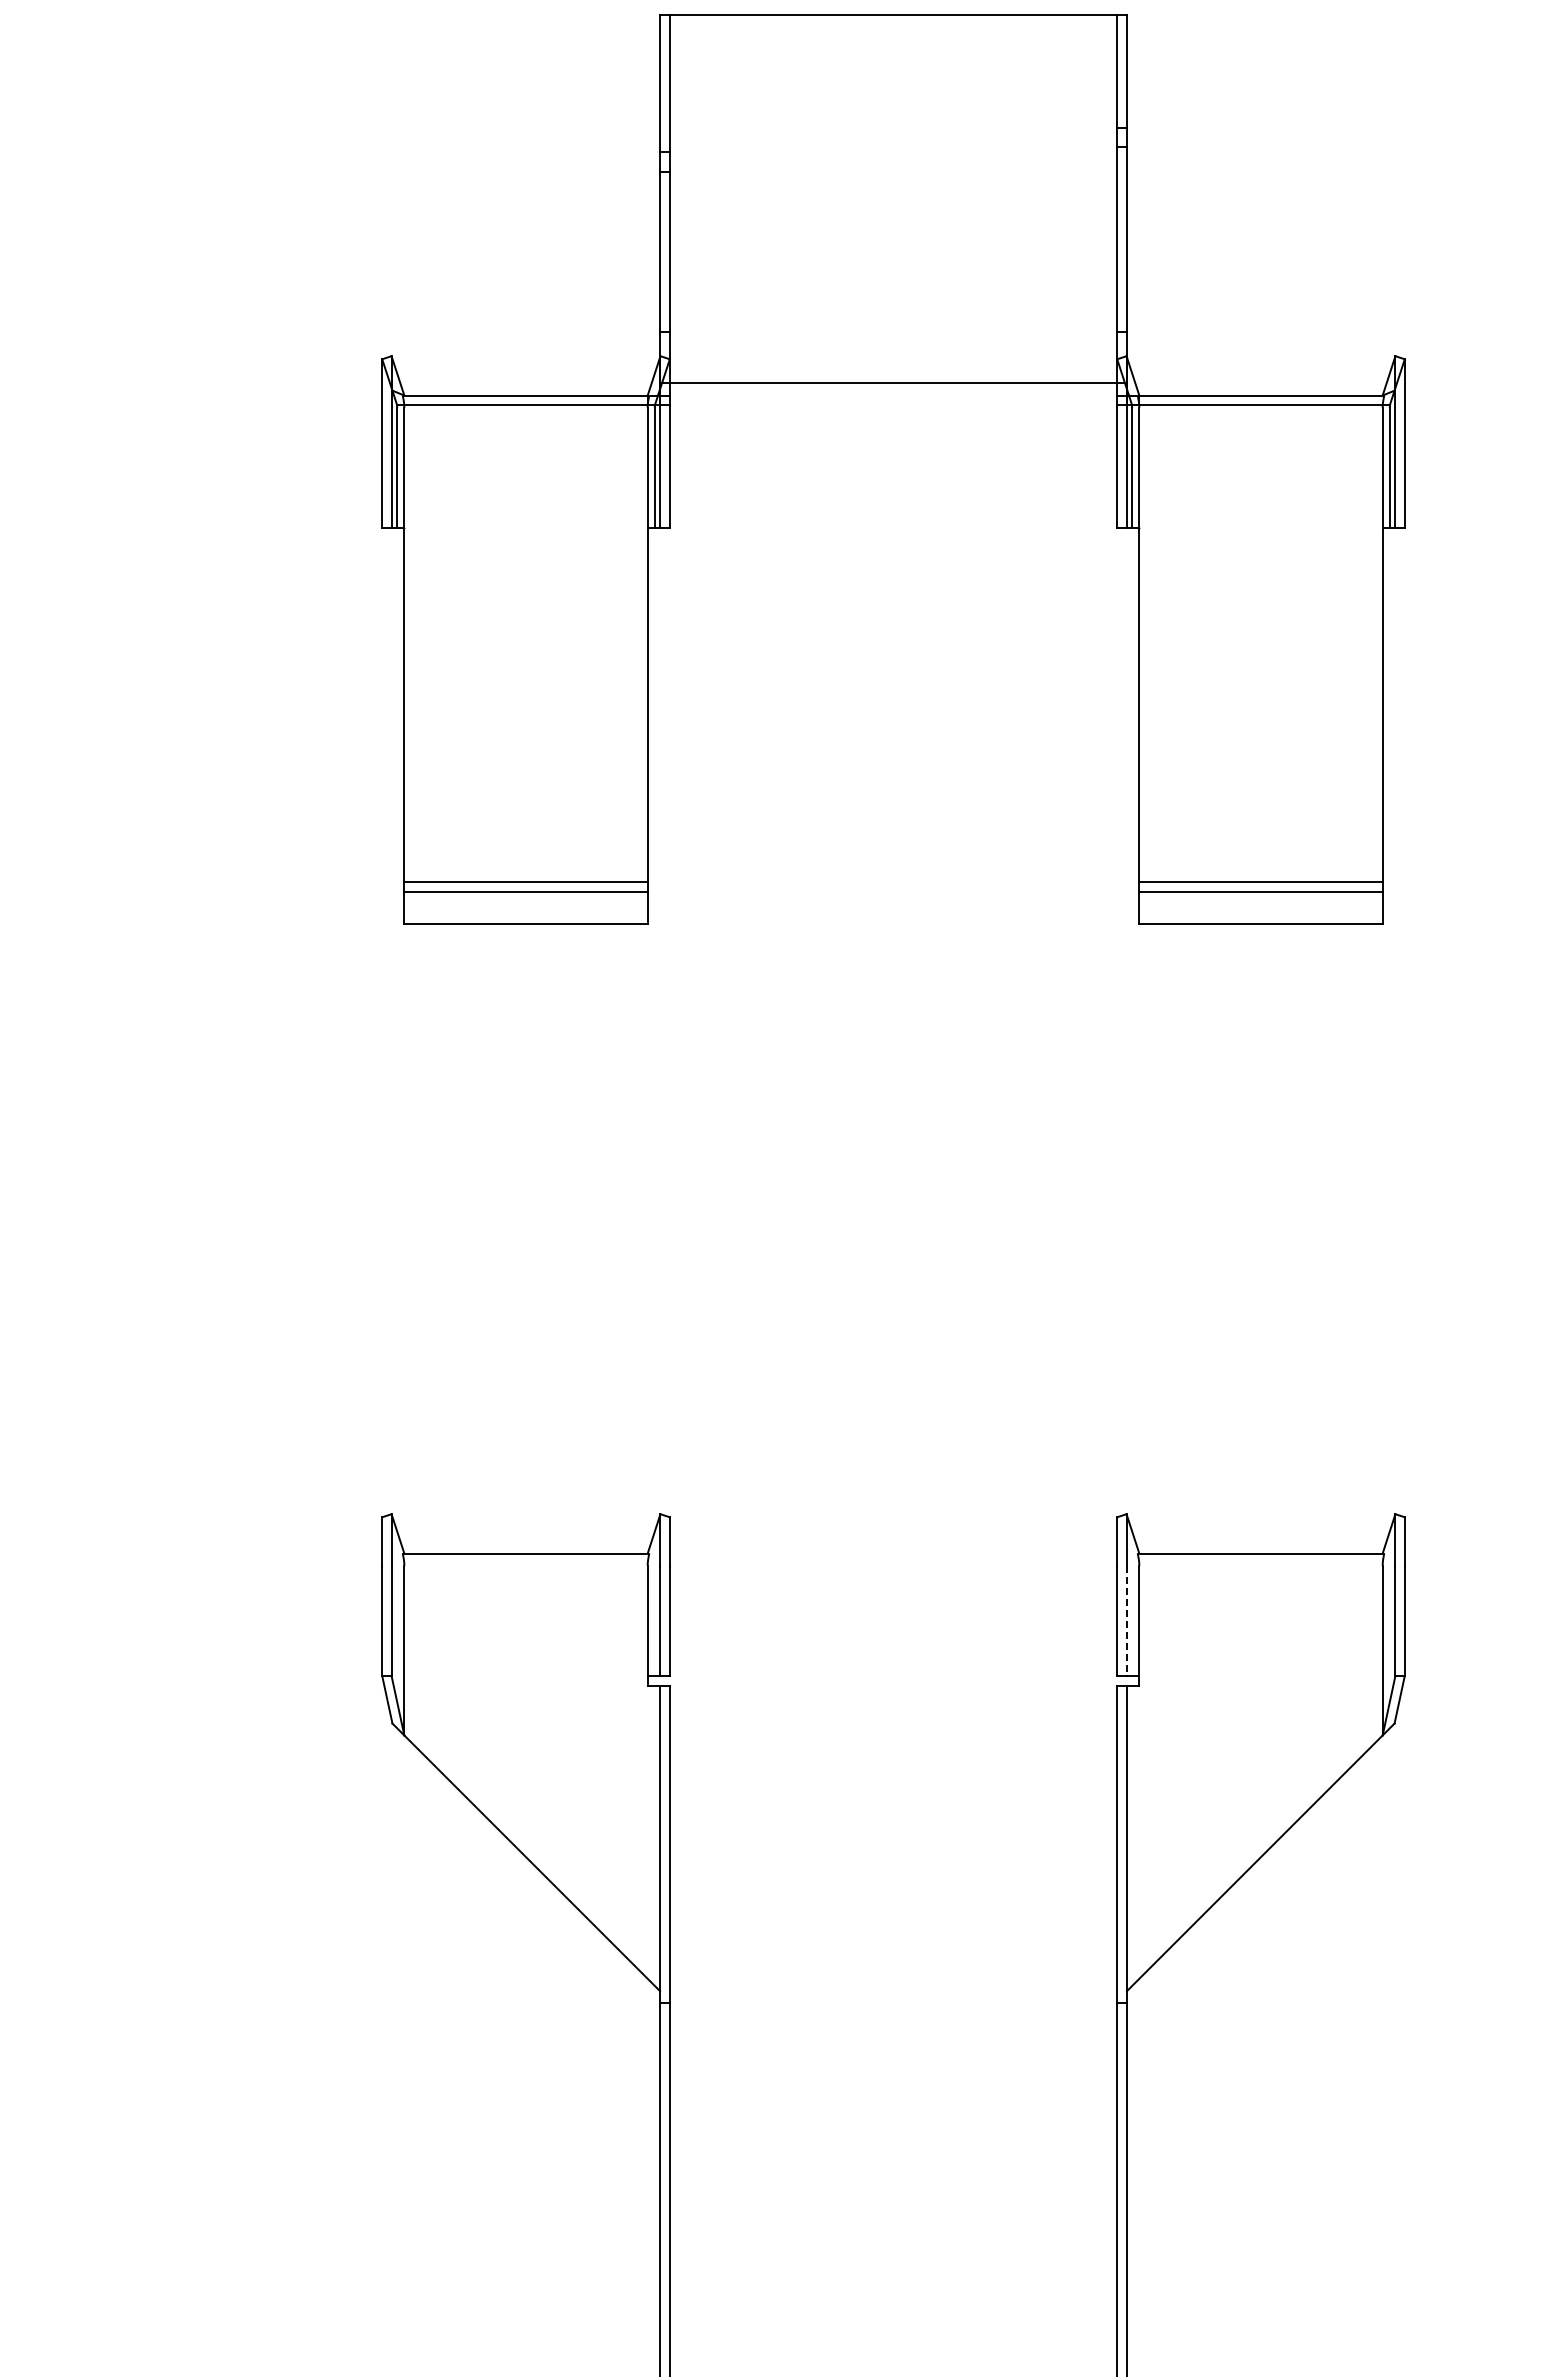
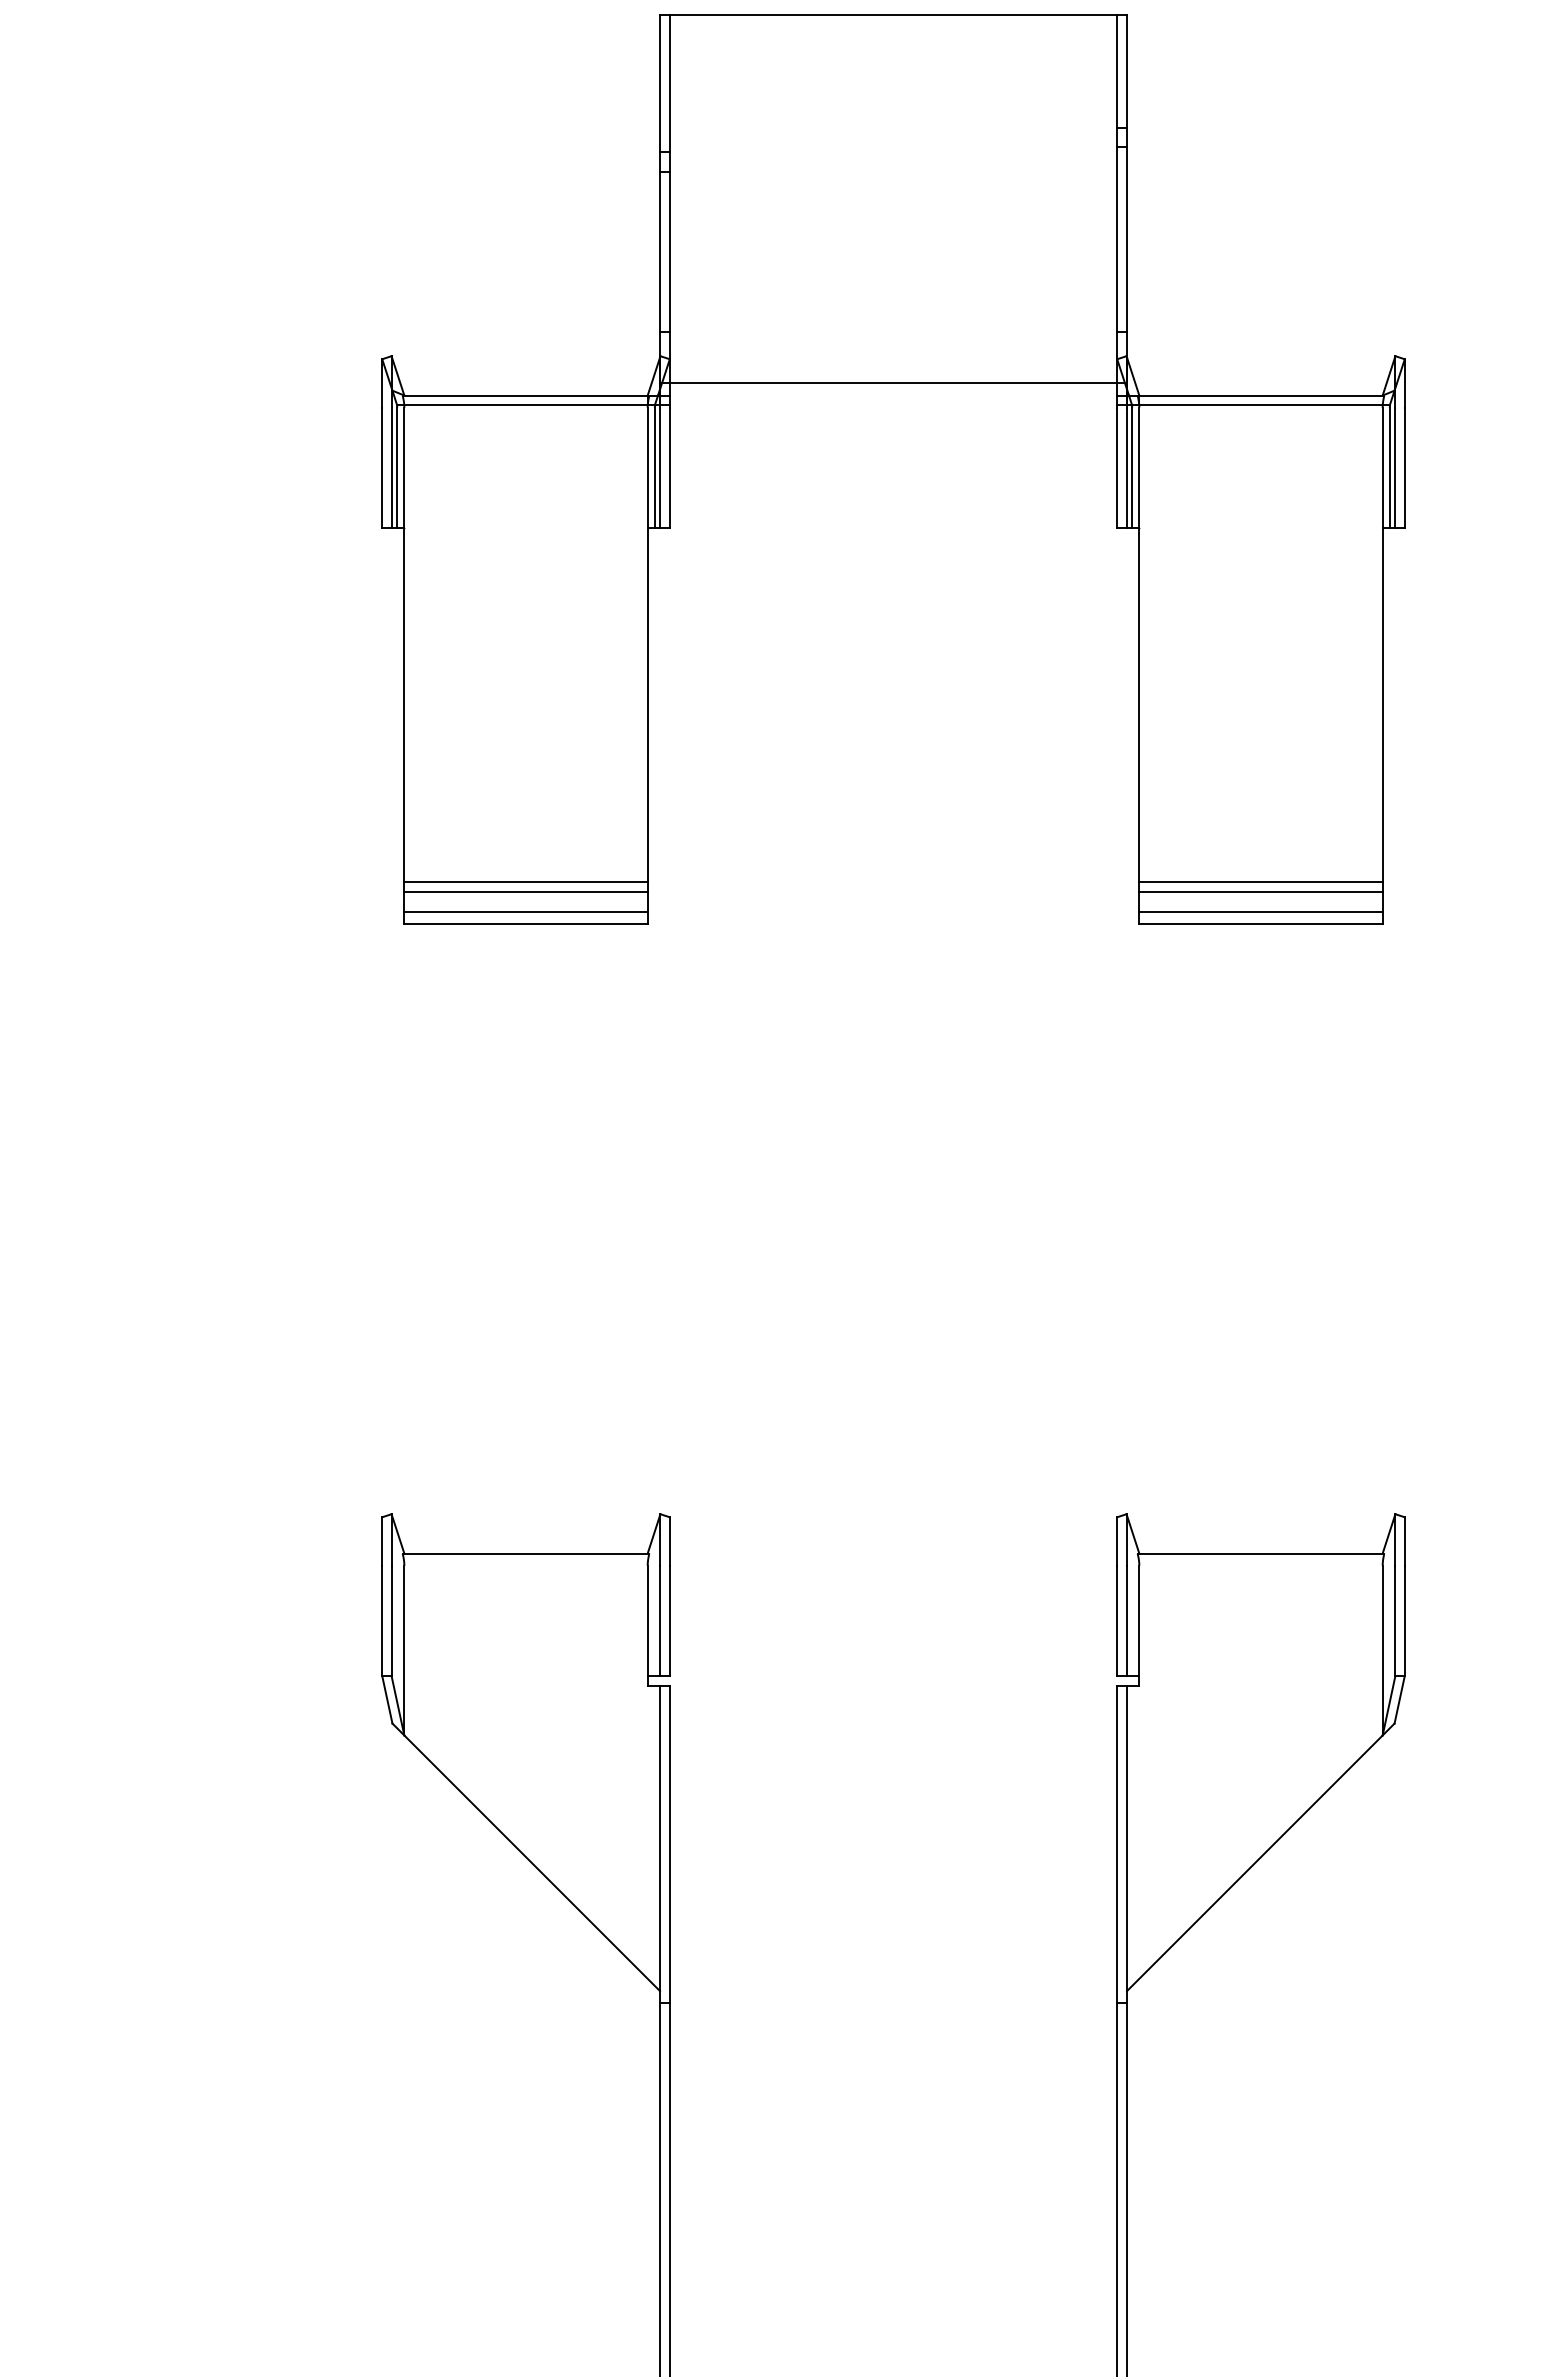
line at (525, 911): none -> present
line at (1260, 911): none -> present
line at (1126, 1621): dashed -> solid
